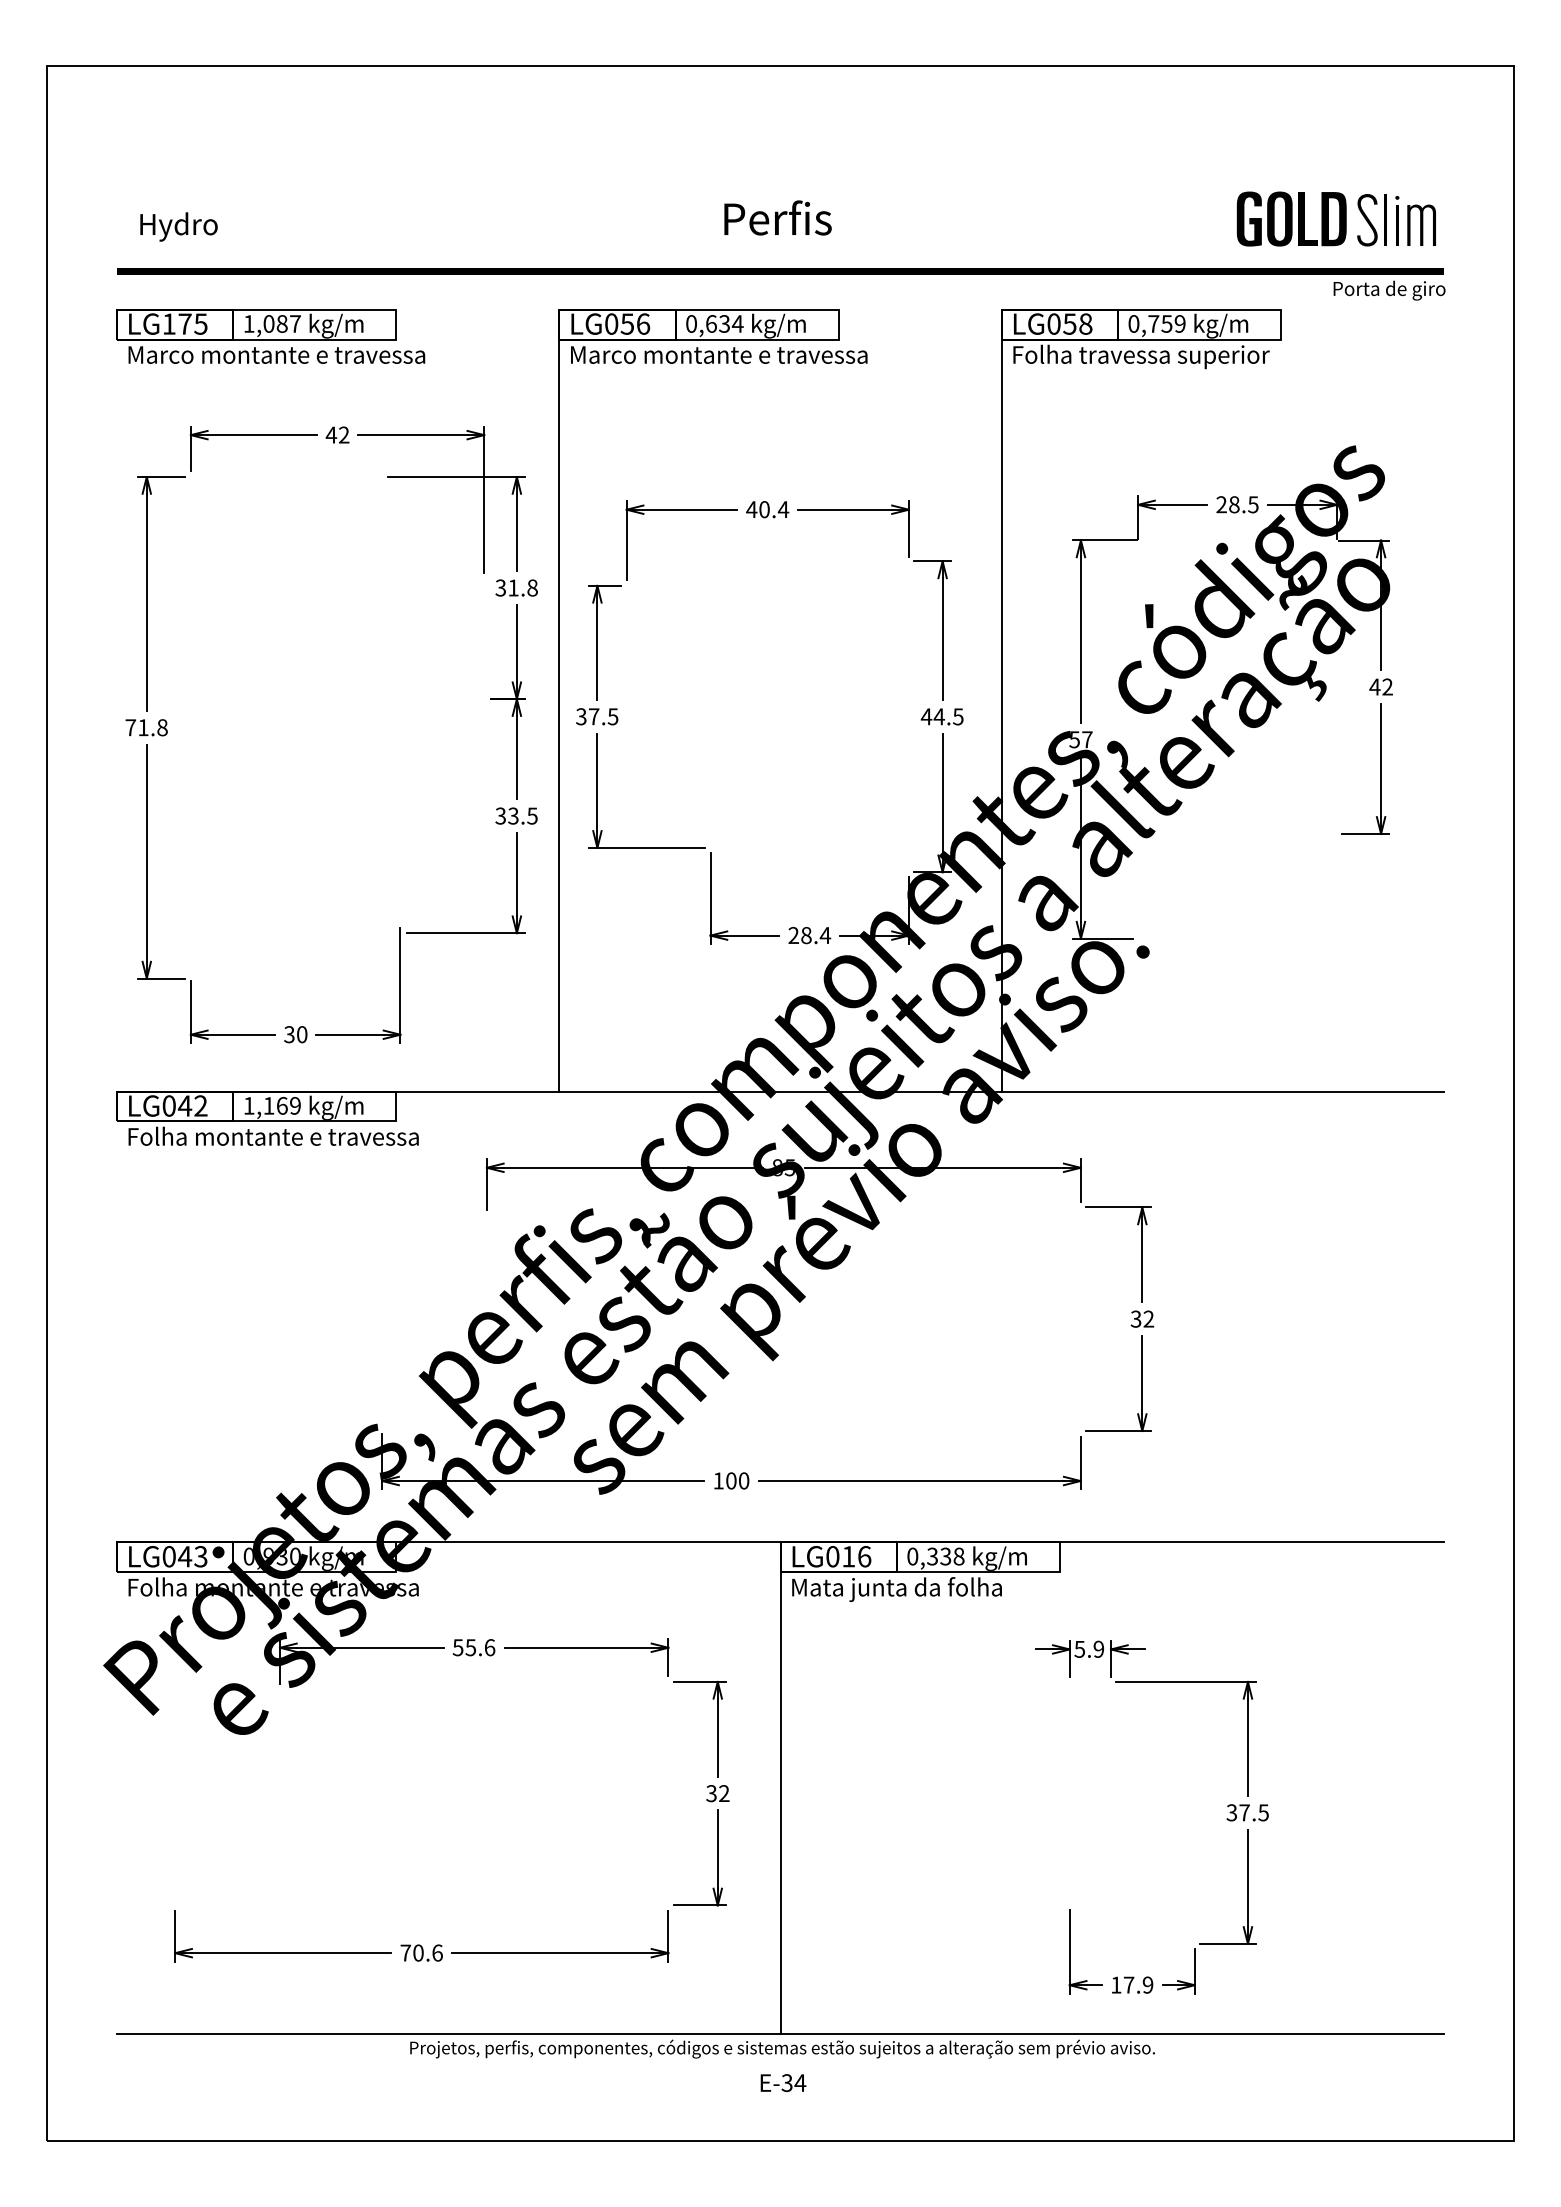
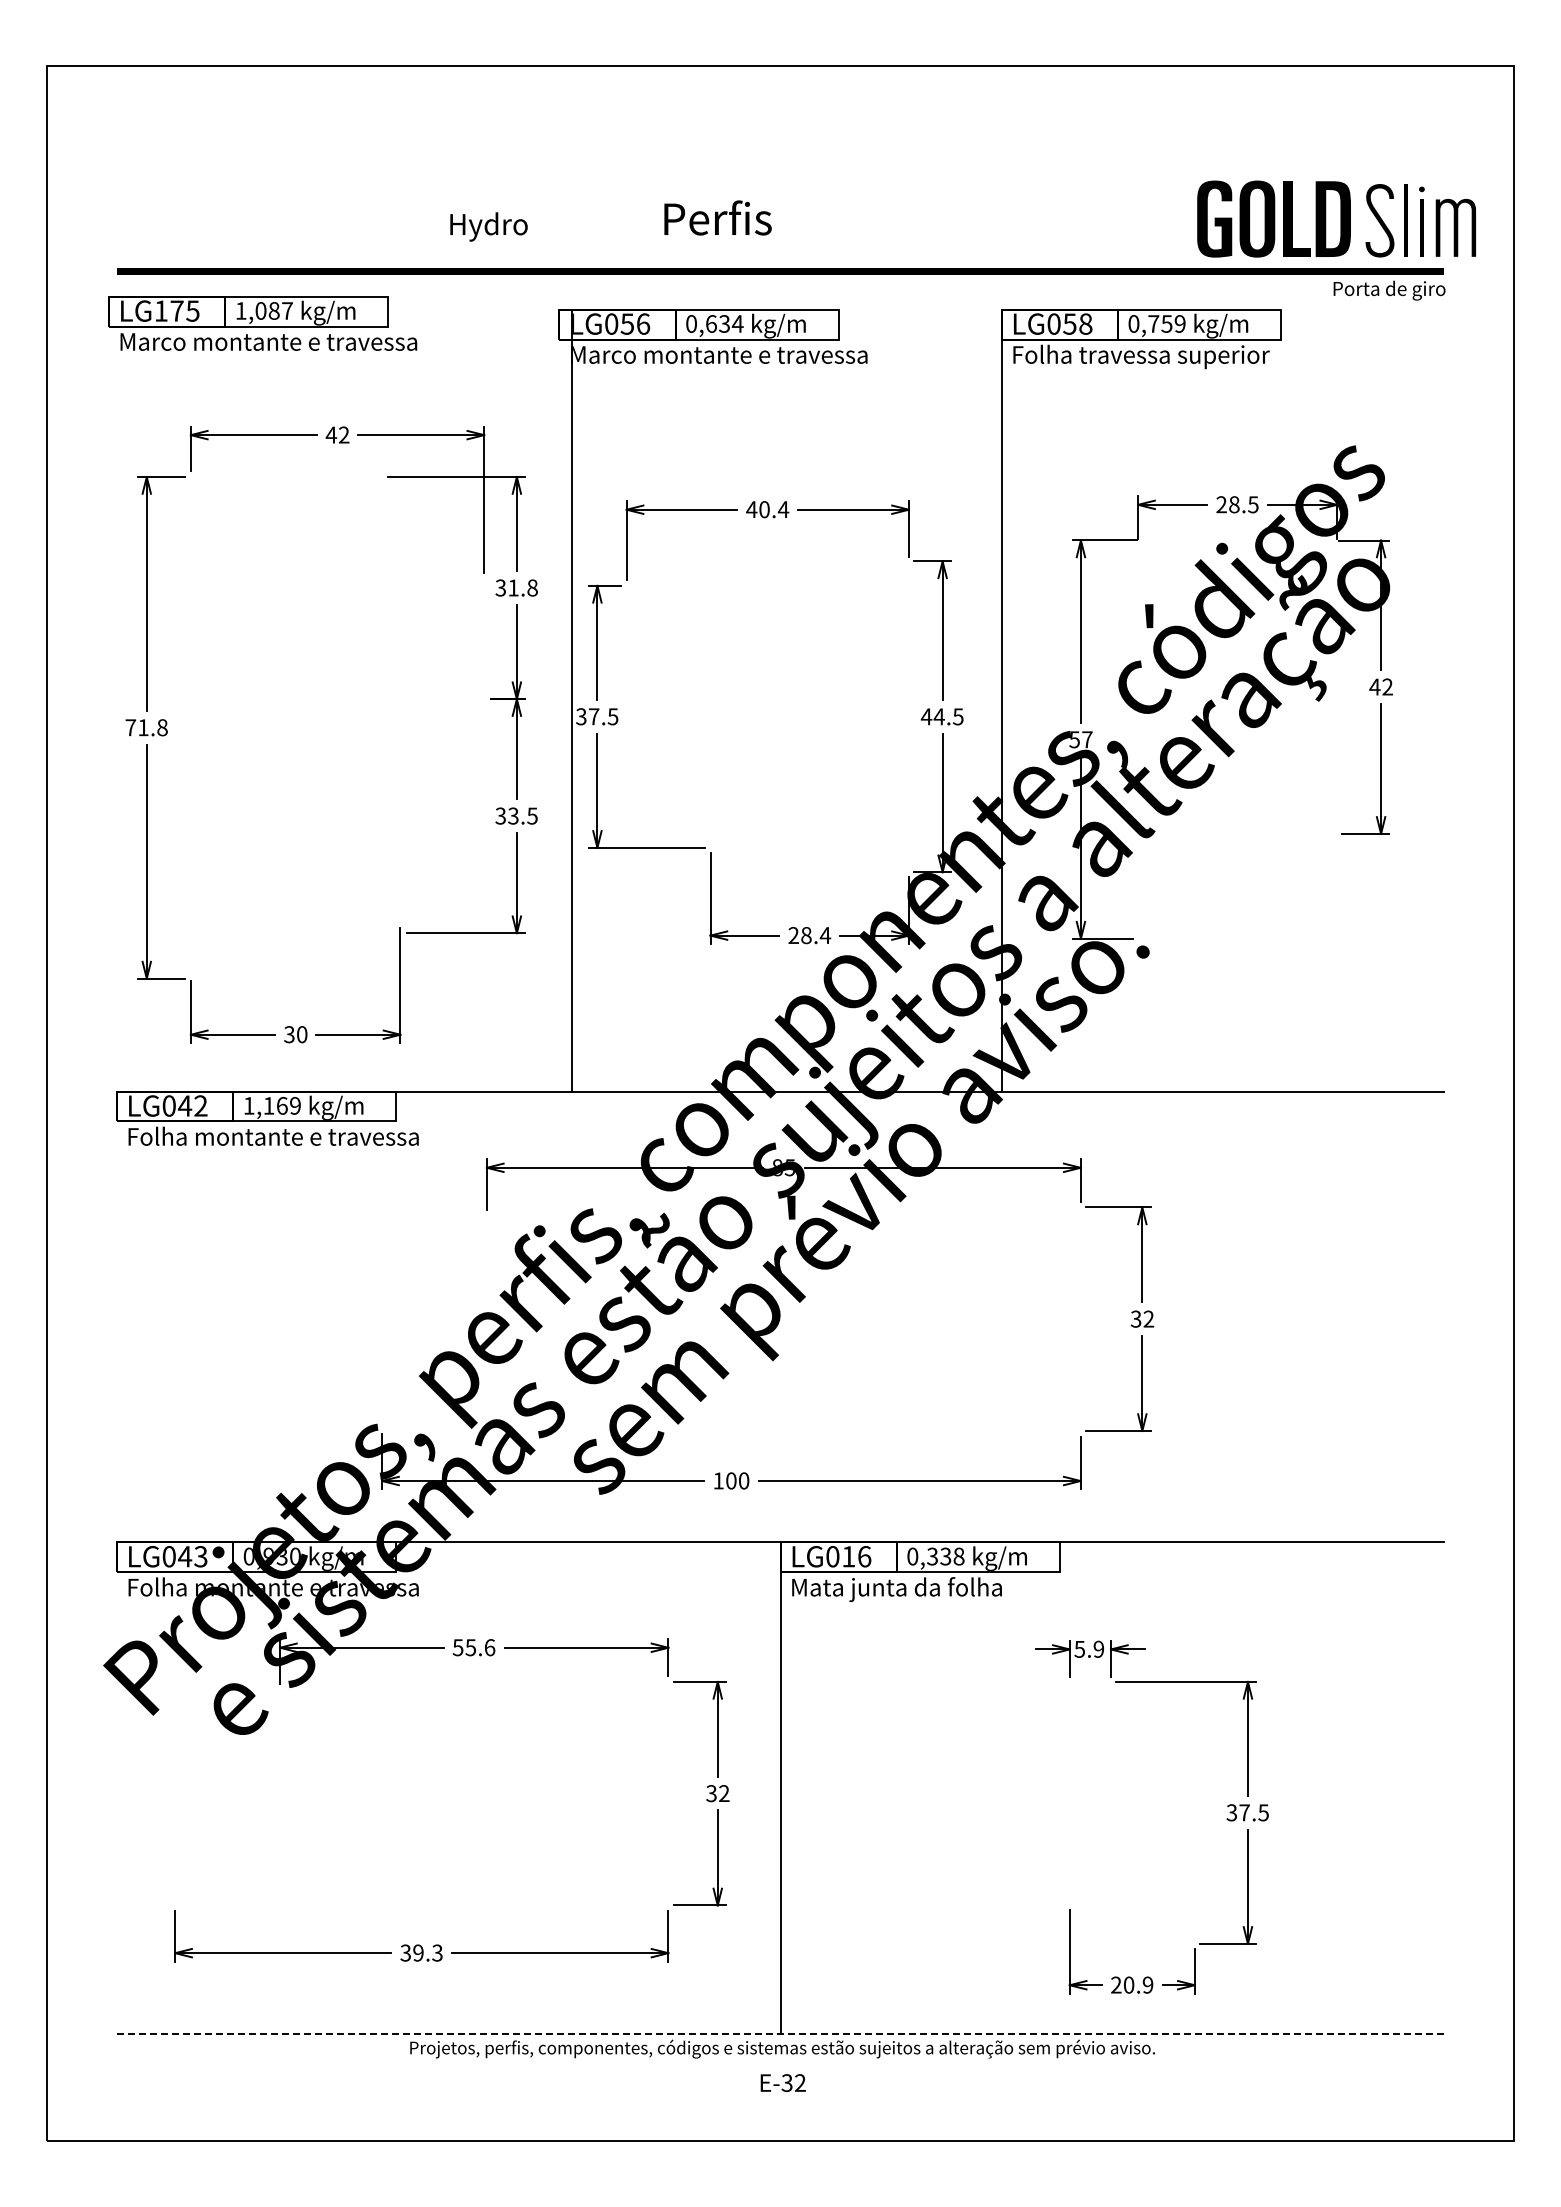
text at (777, 217) position: (777, 217) -> (717, 217)
part at (1335, 218) size: 200x56 px -> 279x78 px
text at (178, 226) position: (178, 226) -> (488, 226)
part at (270, 336) position: (270, 336) -> (262, 323)
line at (559, 700) position: (559, 700) -> (572, 700)
text at (421, 1952): 70.6 -> 39.3
text at (1122, 1984): 17.9 -> 20.9
line at (780, 2034): solid -> dashed
text at (800, 2082): E-34 -> E-32
